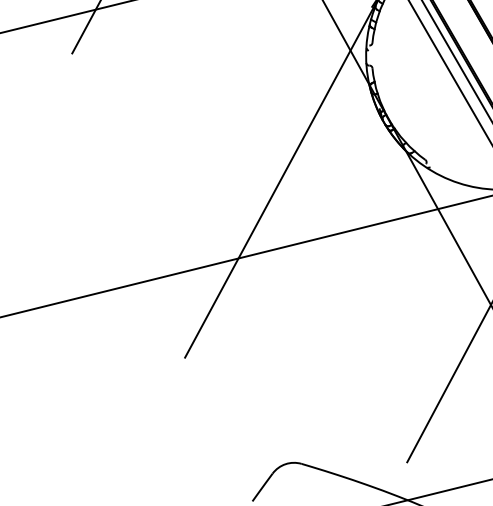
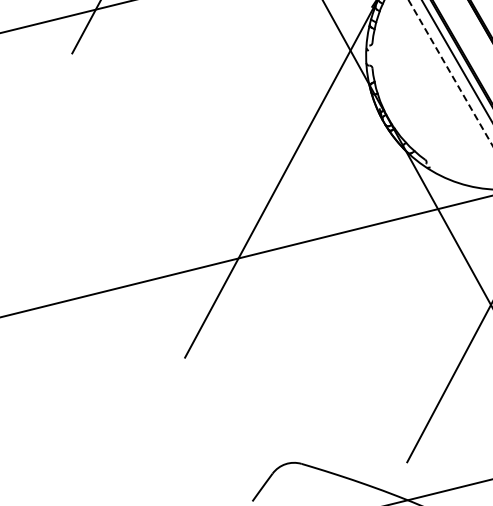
line at (450, 72): solid -> dashed
